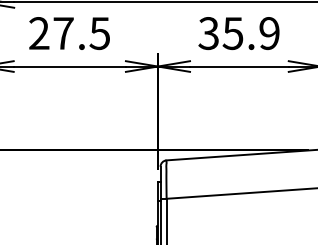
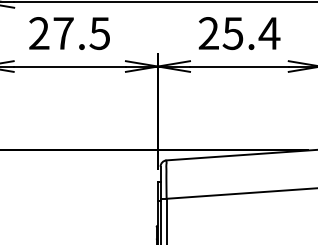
text at (239, 33): 35.9 -> 25.4
